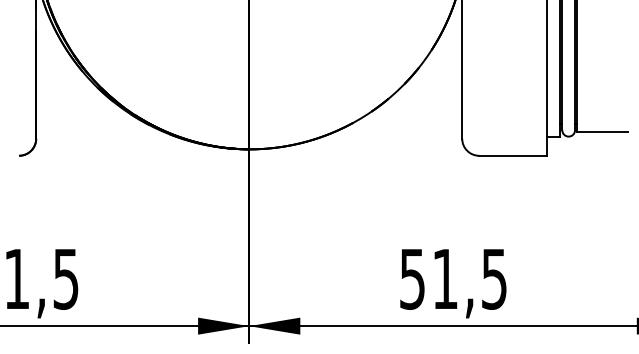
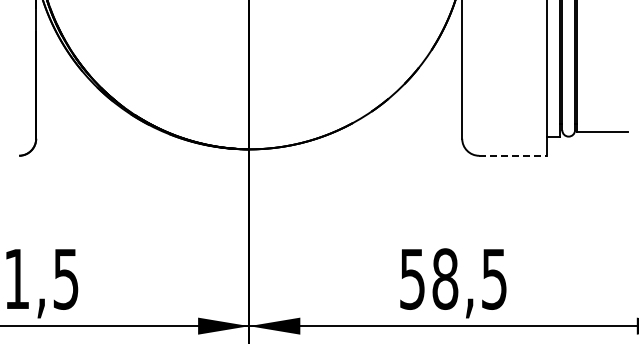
line at (513, 155): solid -> dashed
text at (445, 278): 51,5 -> 58,5
